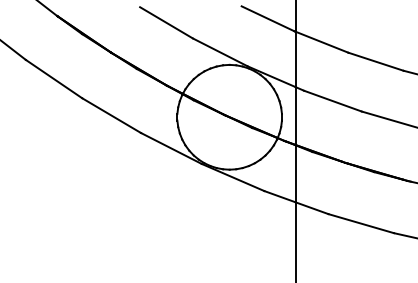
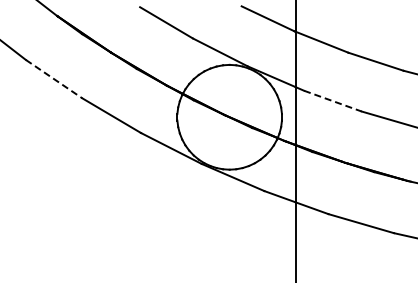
line at (54, 79): solid -> dashed
line at (332, 101): solid -> dashed
